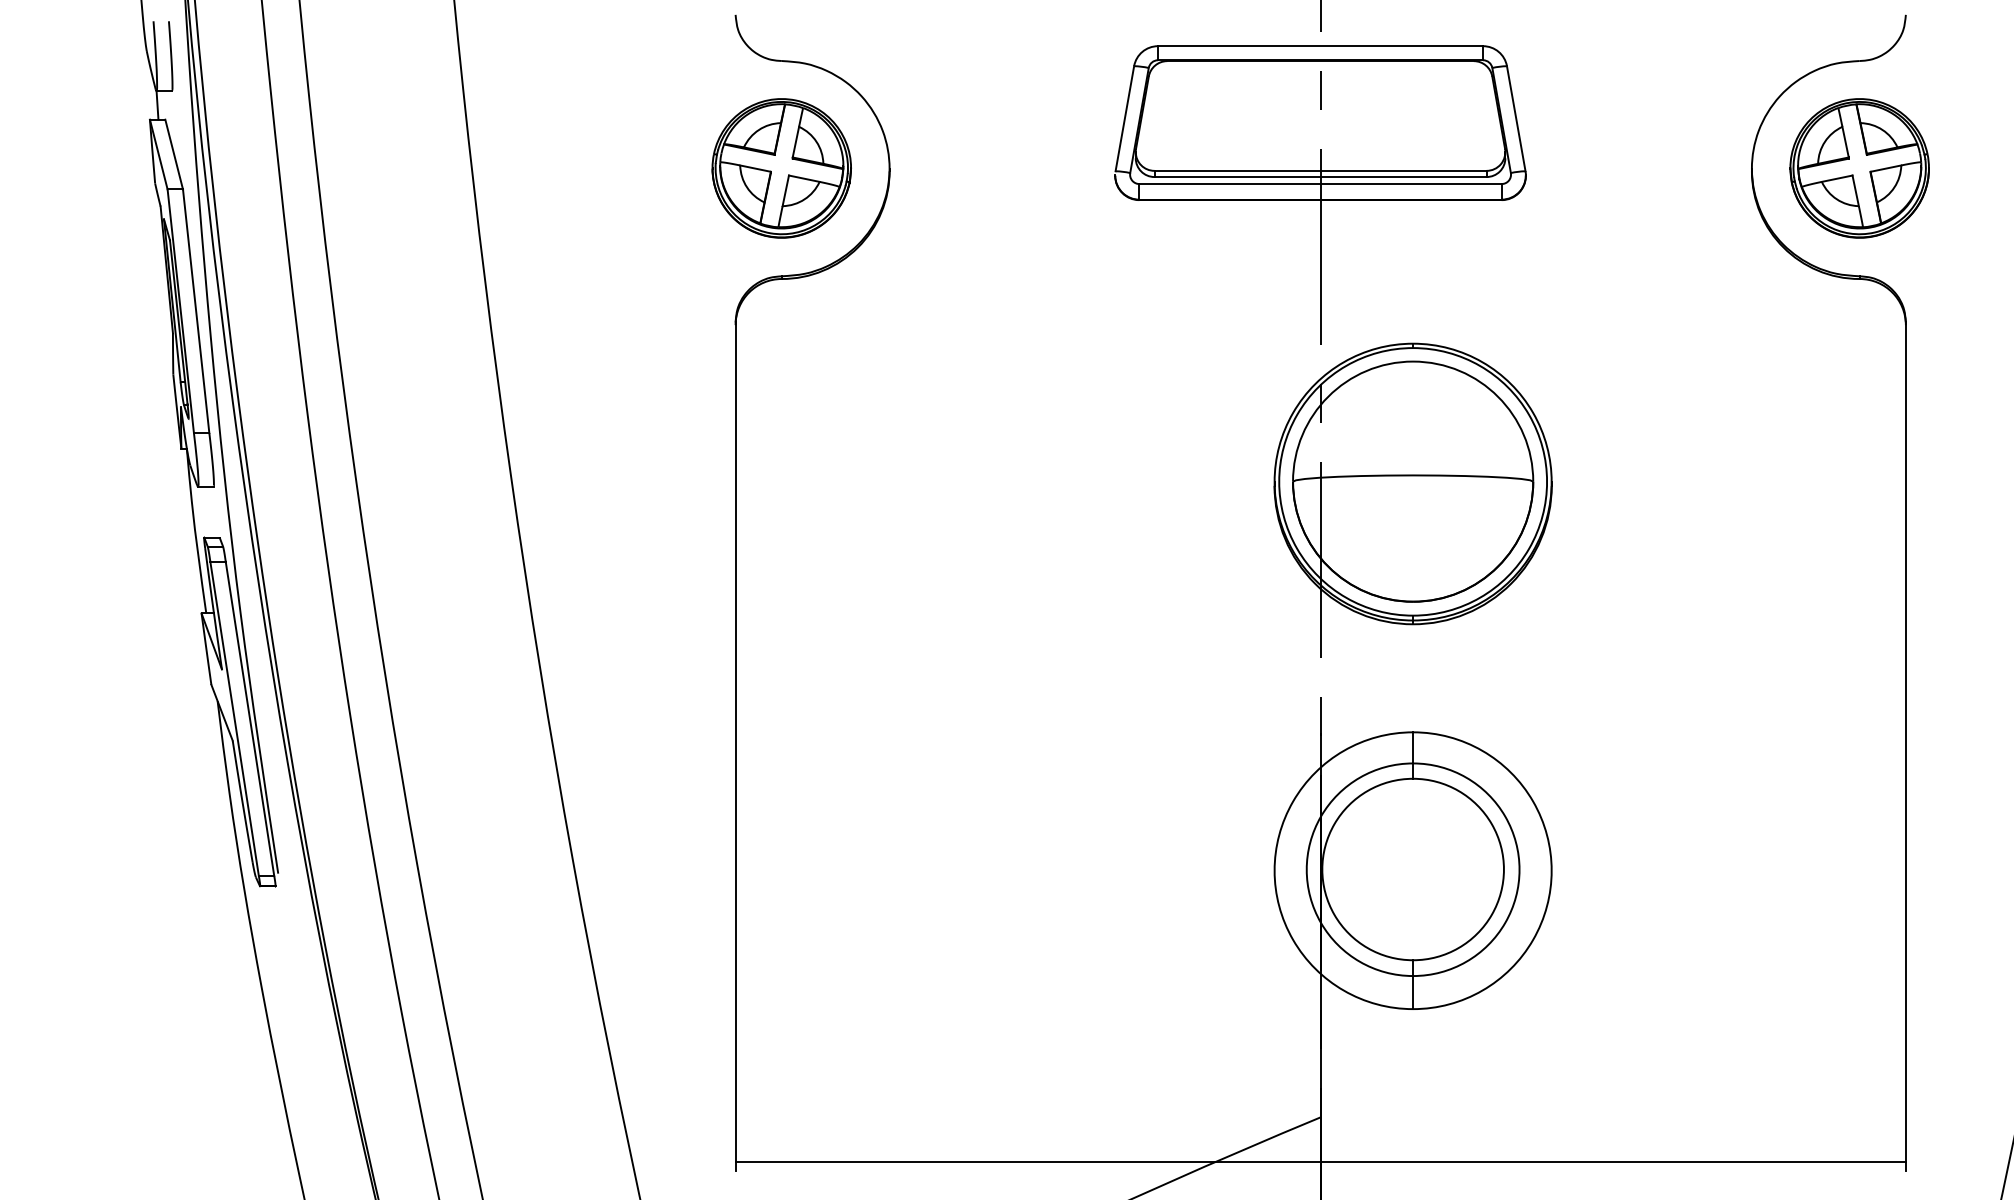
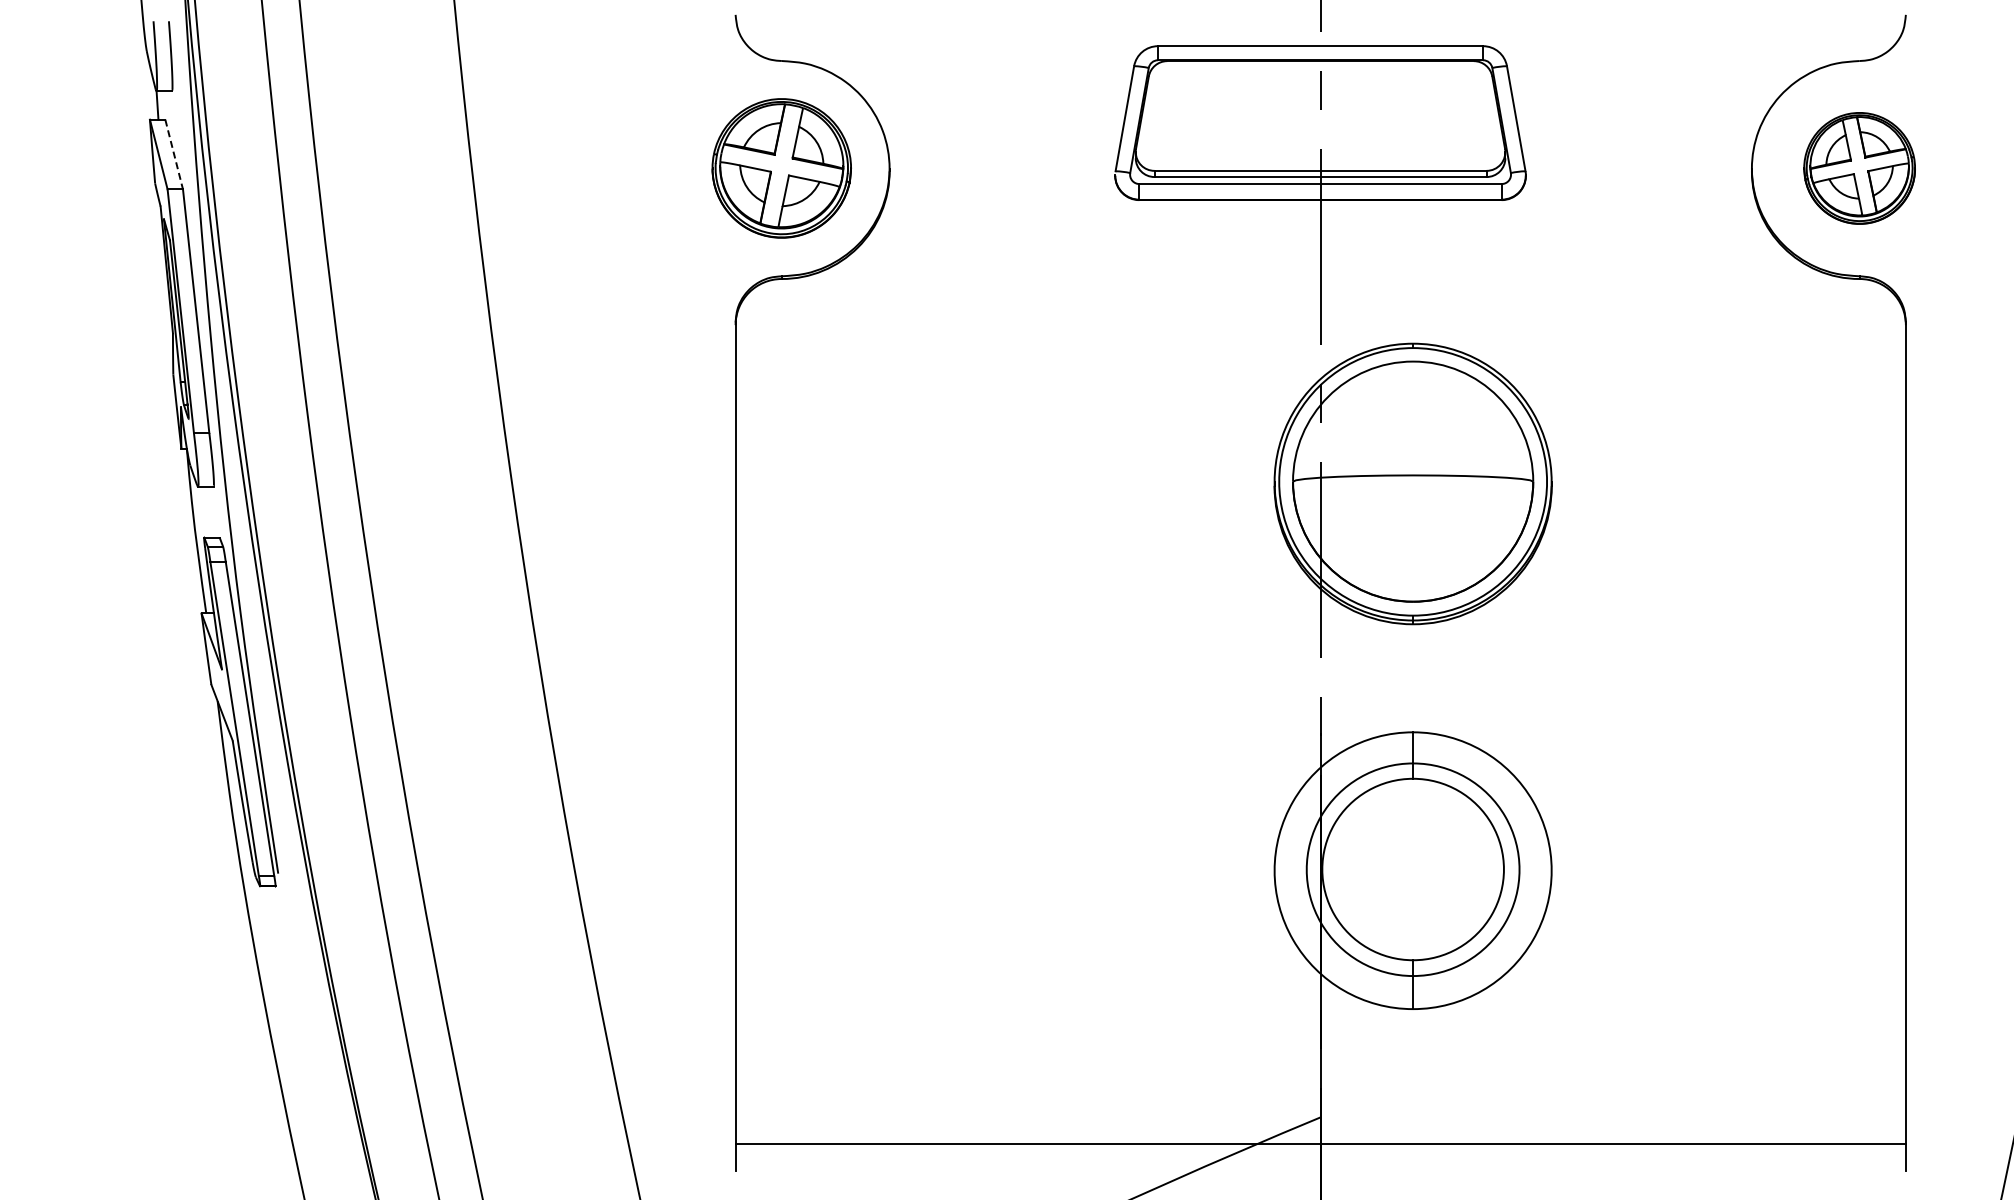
line at (174, 154): solid -> dashed
part at (1859, 168) size: 141x141 px -> 113x113 px
line at (1320, 1162) position: (1320, 1162) -> (1320, 1144)
